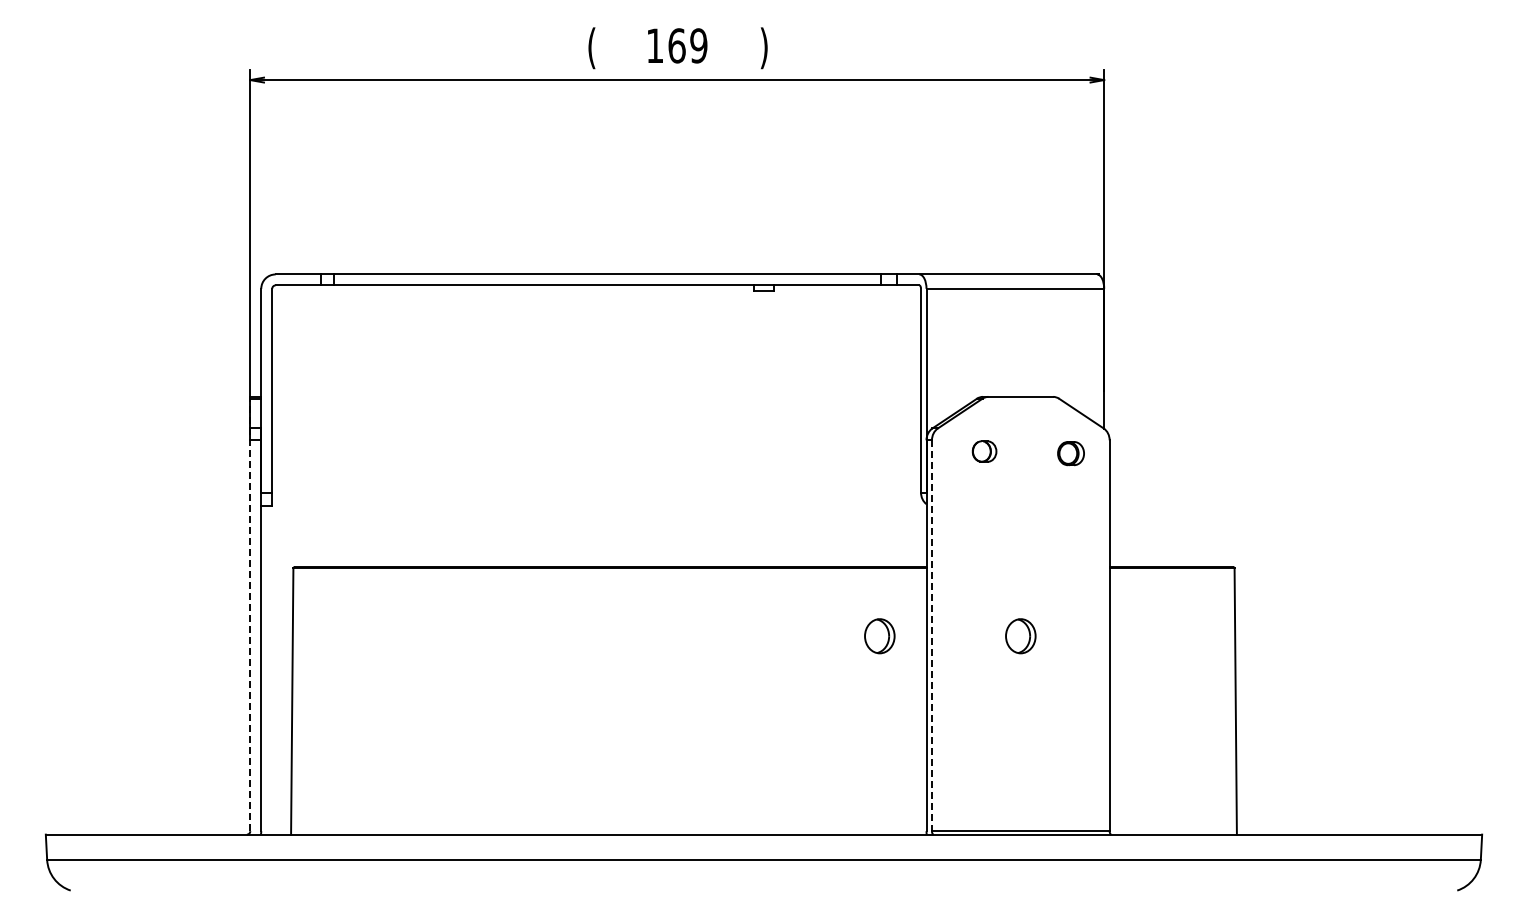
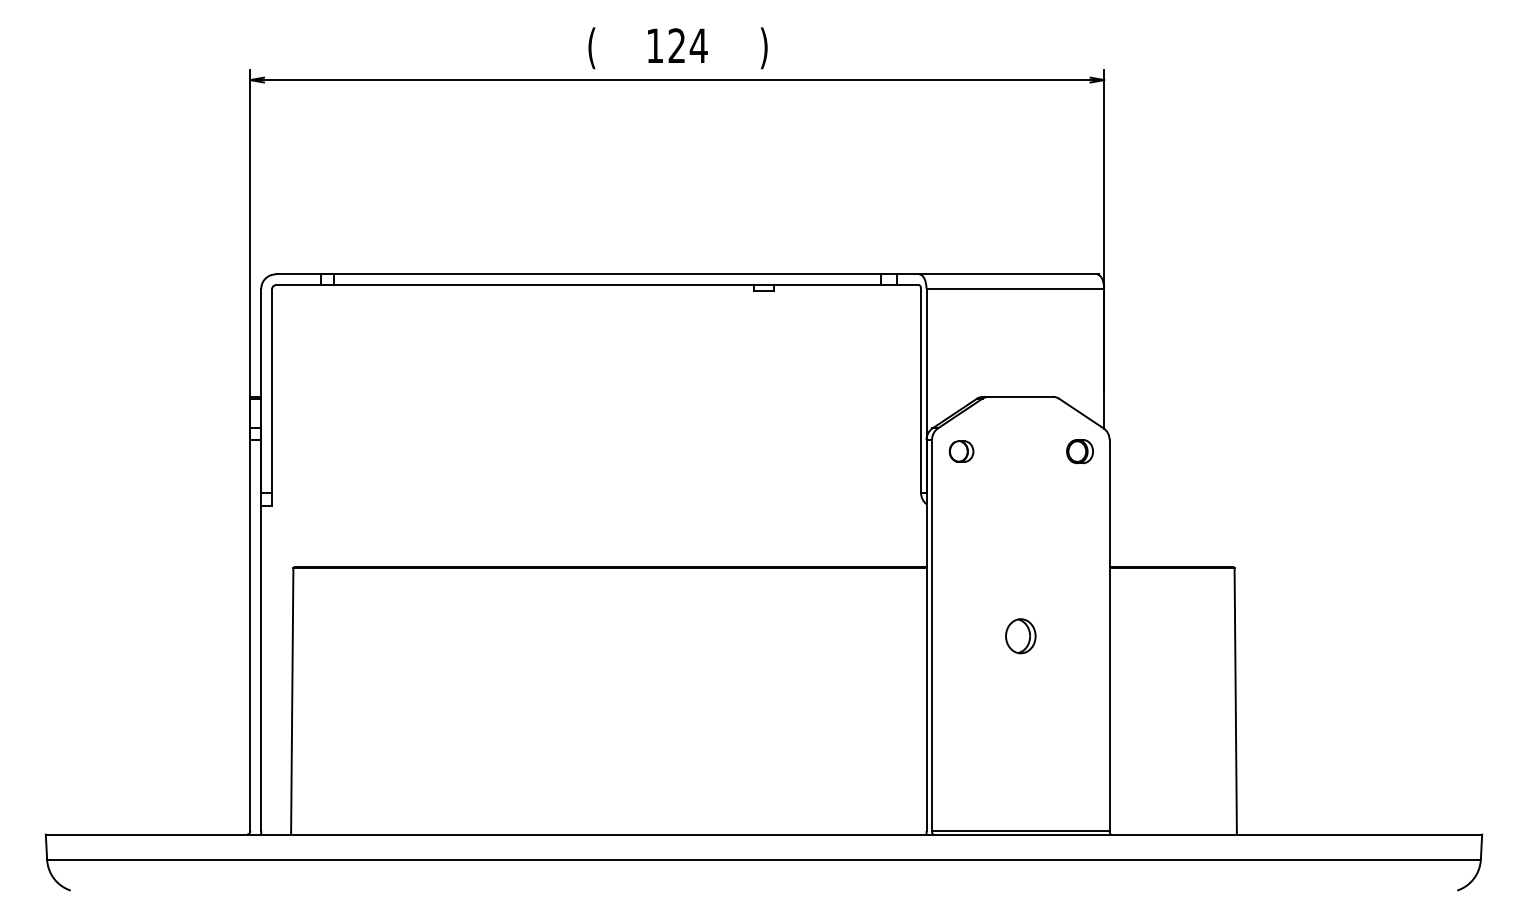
text at (687, 45): 169 -> 124
part at (984, 451) position: (984, 451) -> (961, 451)
part at (1070, 453) position: (1070, 453) -> (1079, 451)
line at (250, 613): dashed -> solid
part at (879, 636): present -> none
line at (931, 636): dashed -> solid
